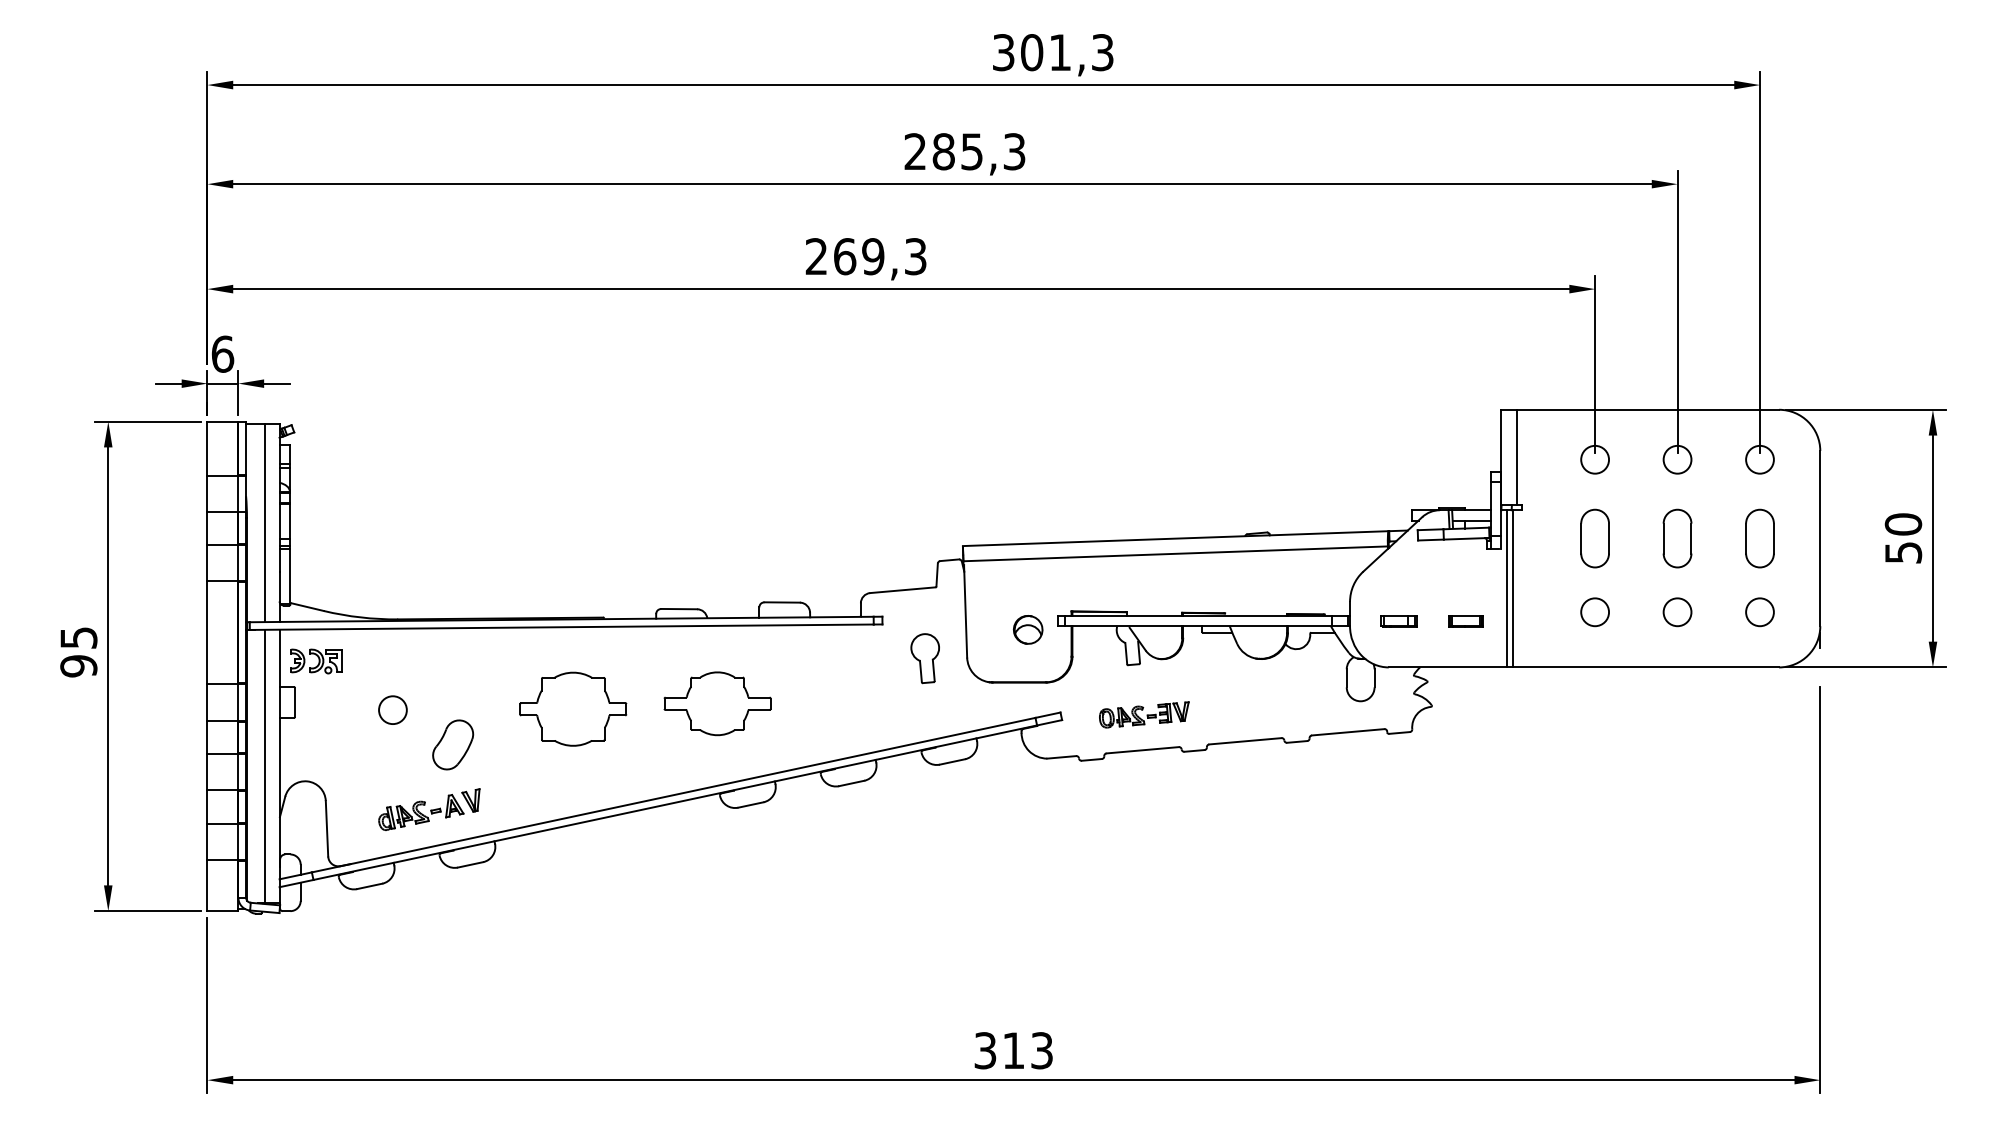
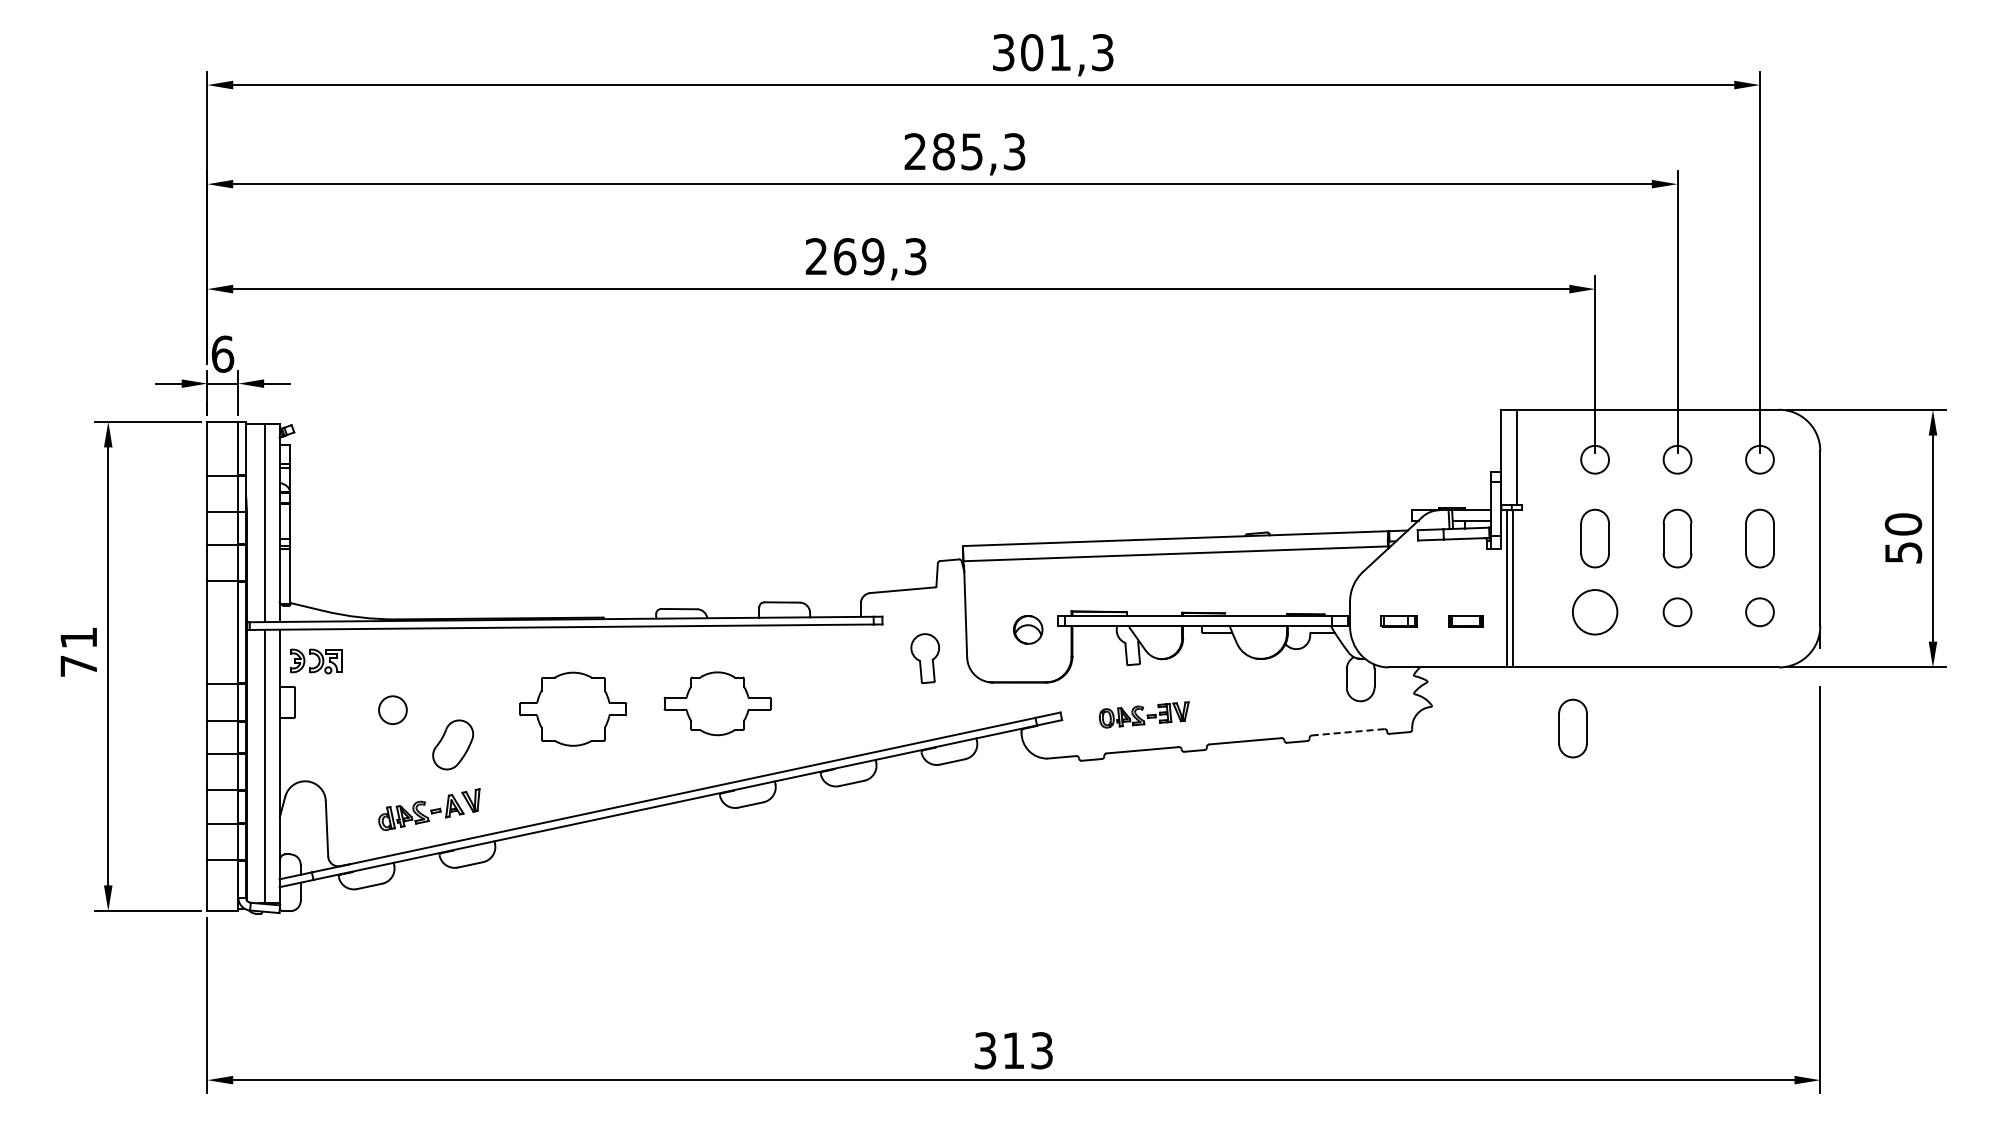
circle at (1595, 612) diameter: 28 px -> 45 px
text at (78, 652): 95 -> 71
part at (1572, 728): none -> present
line at (1347, 732): solid -> dashed
